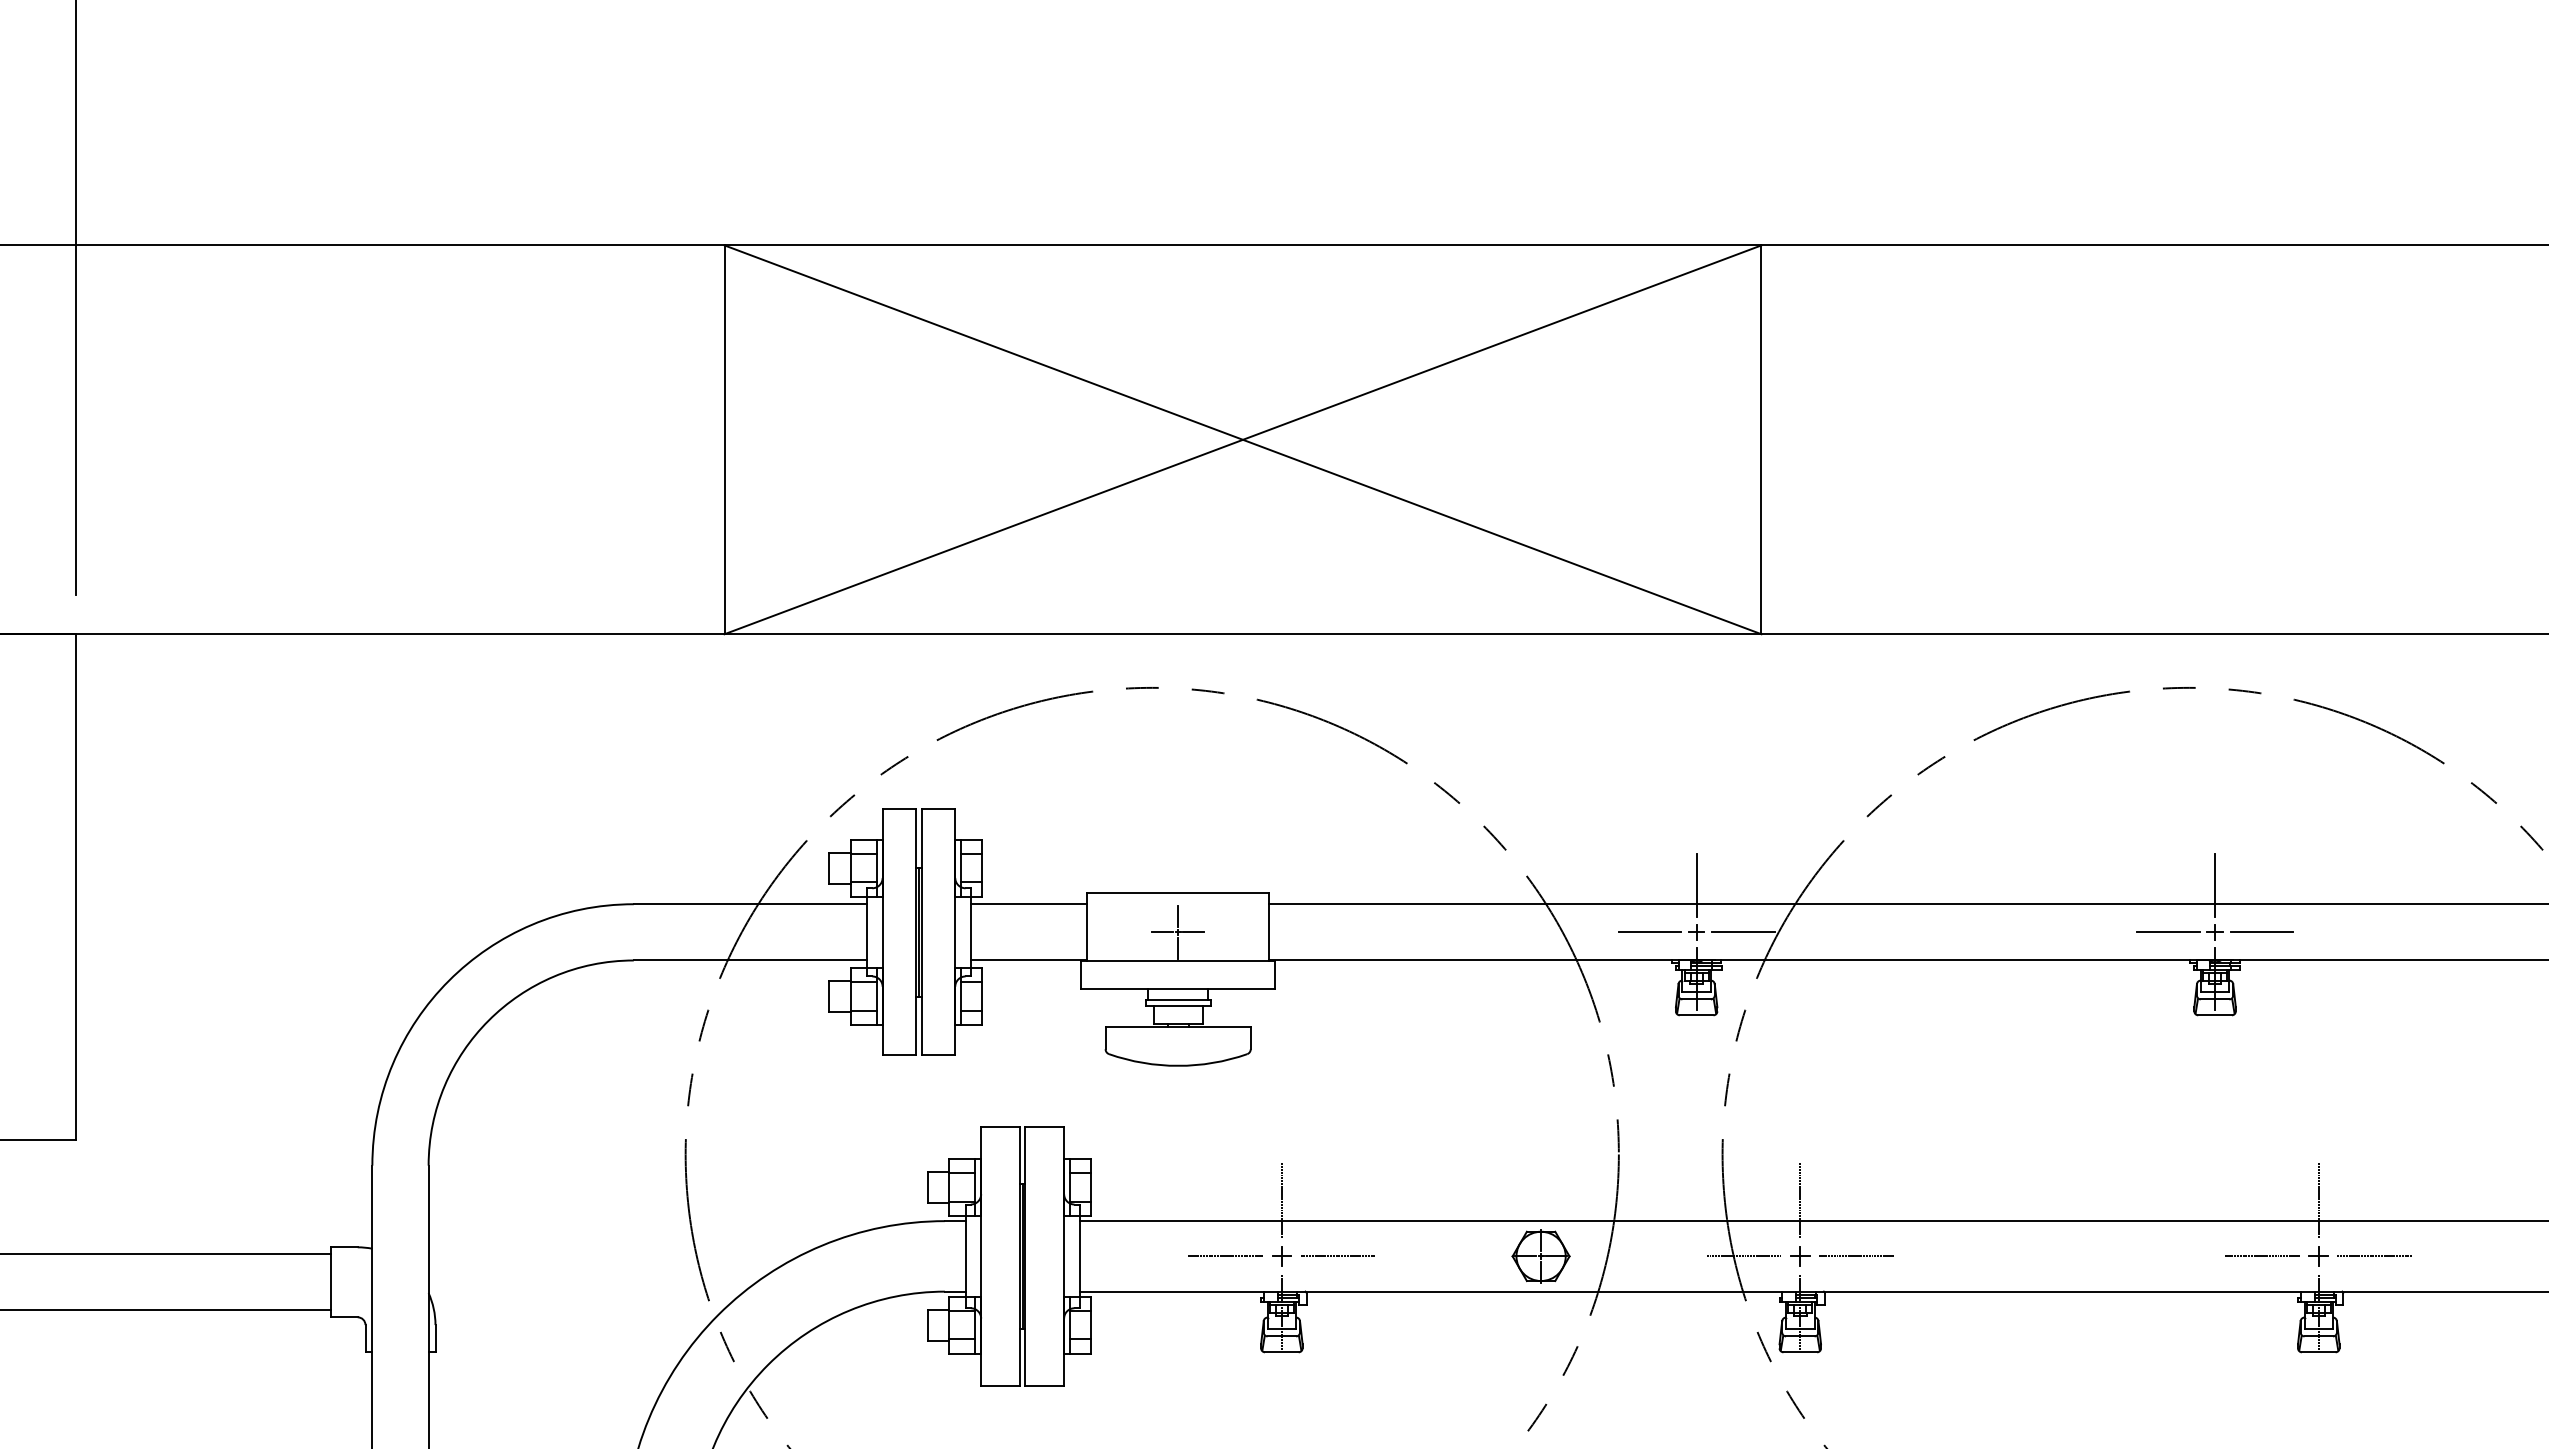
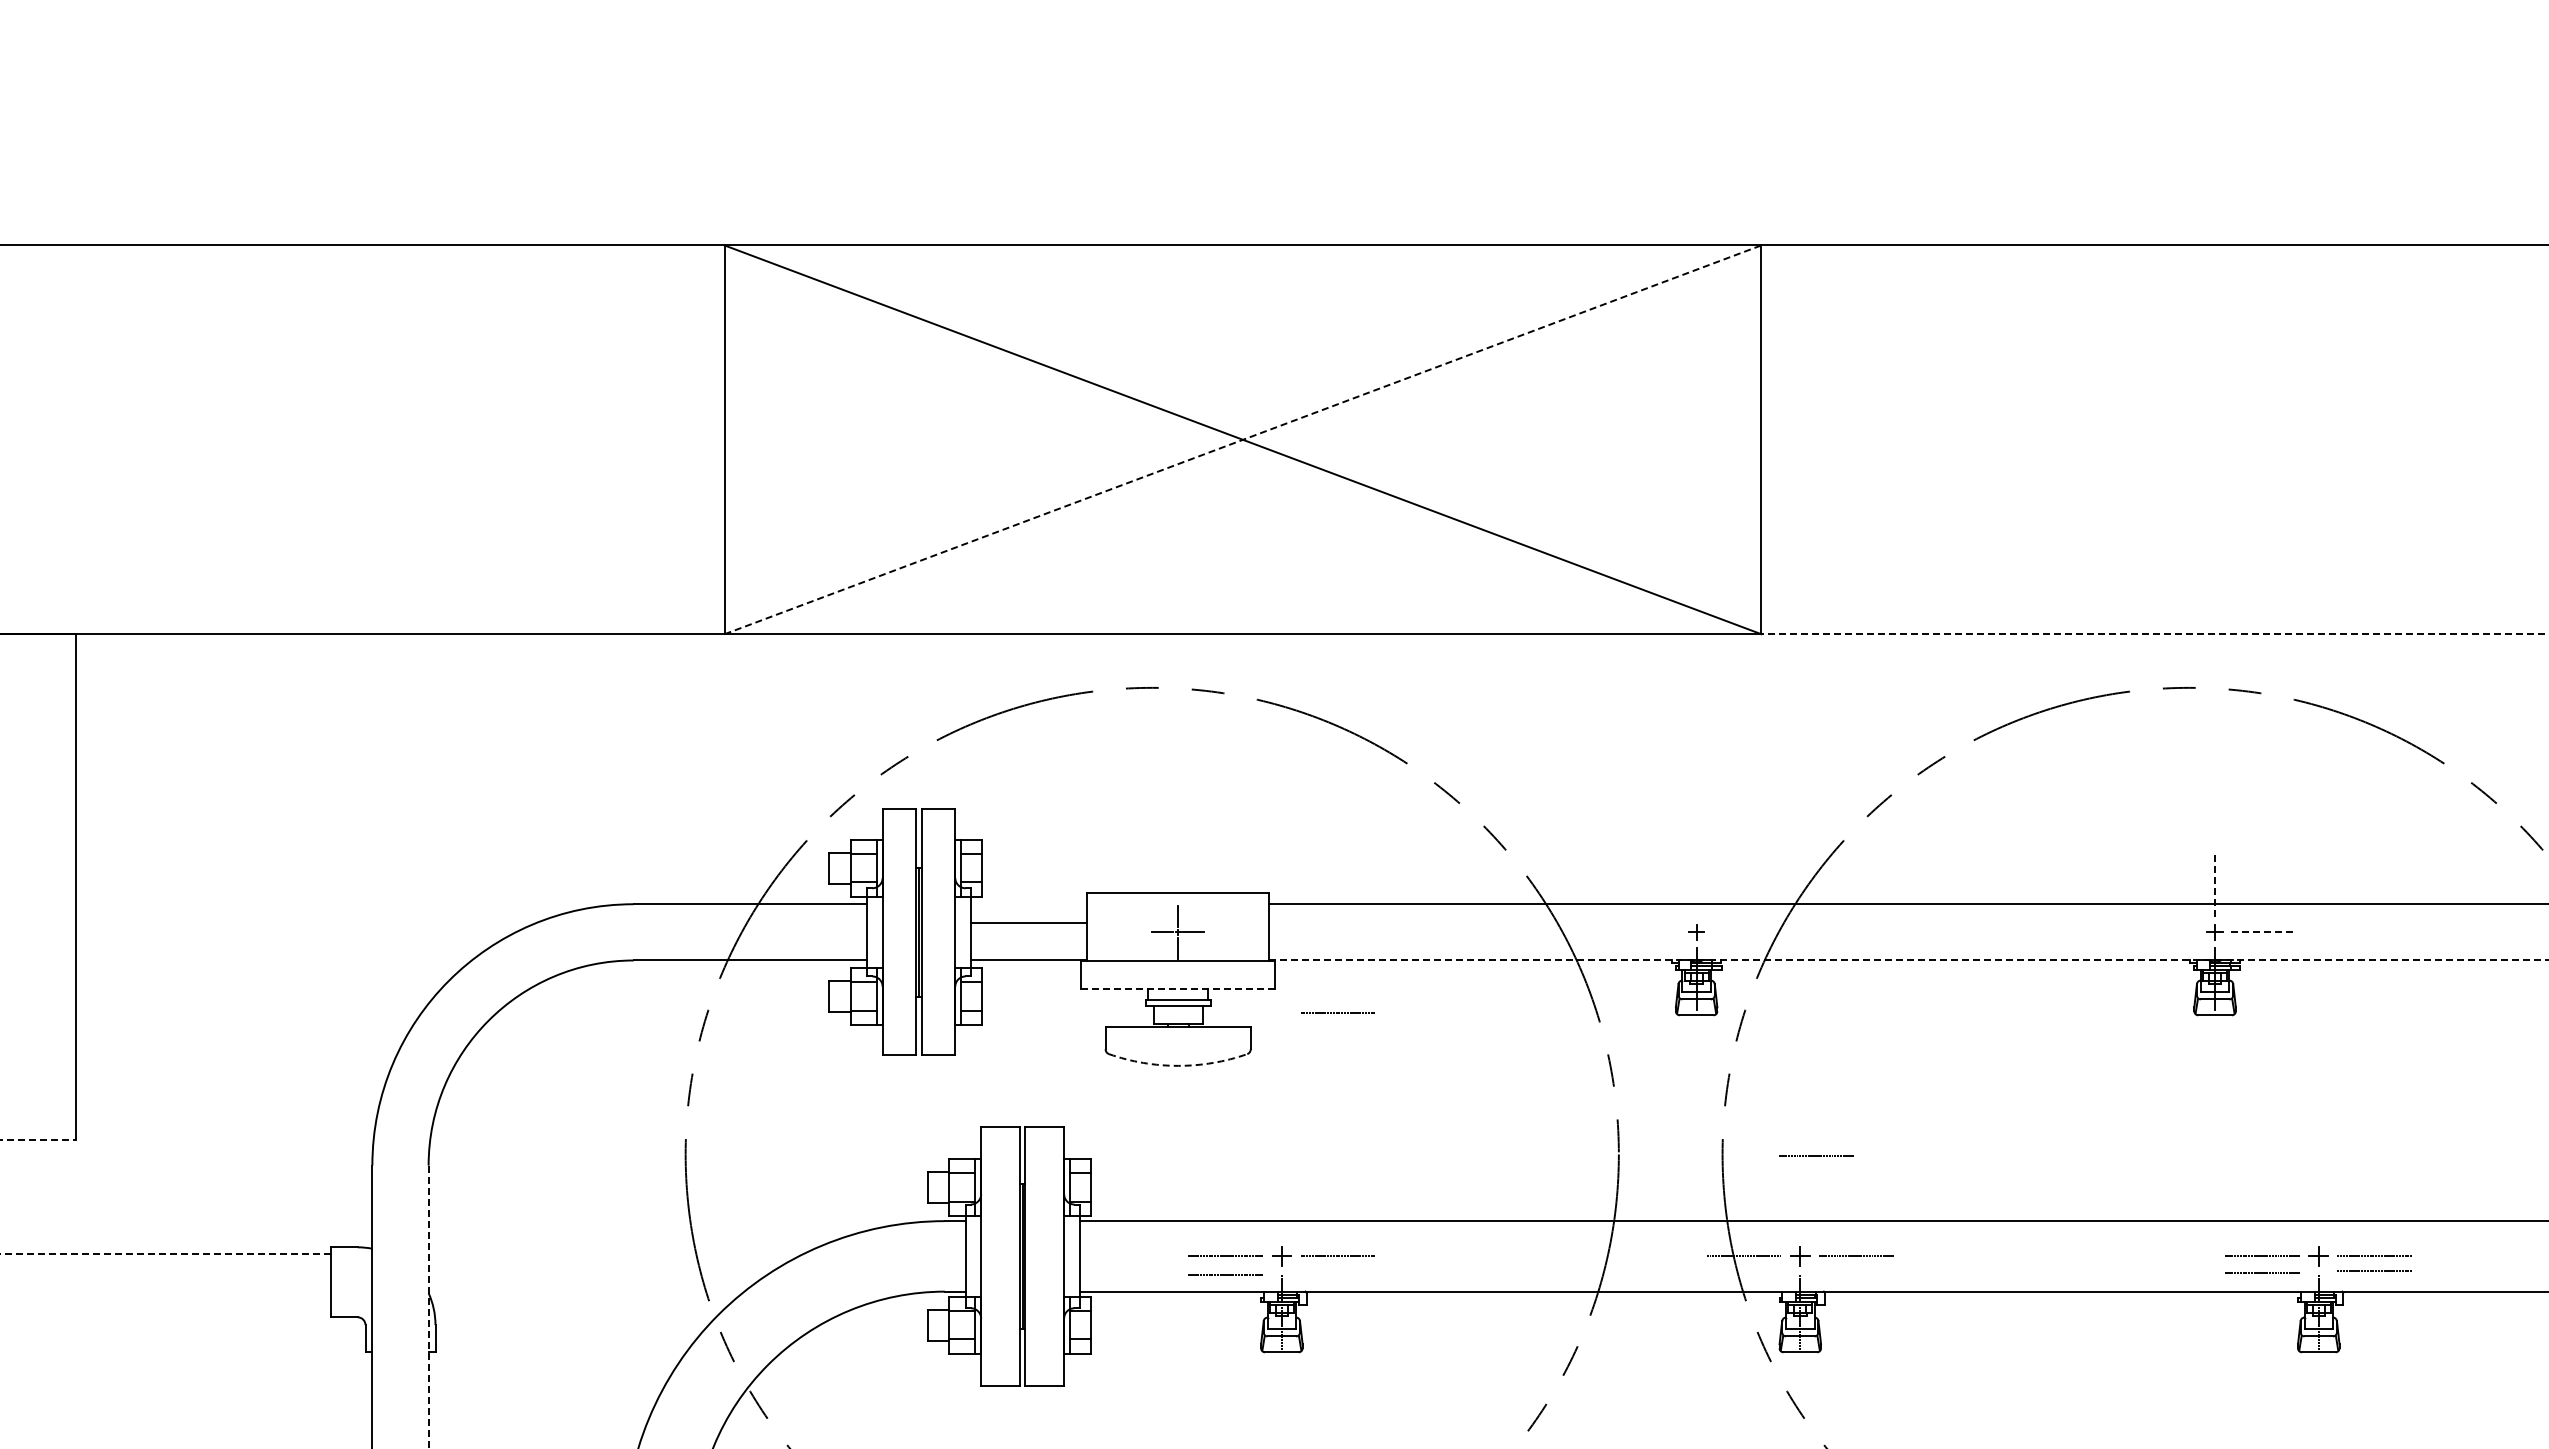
line at (76, 298): present -> none
line at (1242, 439): solid -> dashed
line at (2154, 634): solid -> dashed
line at (1696, 885): present -> none
line at (2215, 885): solid -> dashed
line at (1028, 904) position: (1028, 904) -> (1028, 923)
line at (1649, 932): present -> none
line at (1743, 932): present -> none
line at (2168, 932): present -> none
line at (2262, 932): solid -> dashed
line at (1908, 960): solid -> dashed
line at (1178, 989): solid -> dashed
line at (1337, 1012): none -> present
arc at (1178, 1065): solid -> dashed
line at (38, 1139): solid -> dashed
line at (1816, 1155): none -> present
line at (1281, 1199): present -> none
line at (1800, 1199): present -> none
line at (2318, 1199): present -> none
line at (165, 1254): solid -> dashed
part at (1540, 1256): present -> none
line at (2373, 1270): none -> present
line at (2262, 1272): none -> present
line at (1225, 1274): none -> present
line at (428, 1307): solid -> dashed
line at (166, 1310): present -> none
